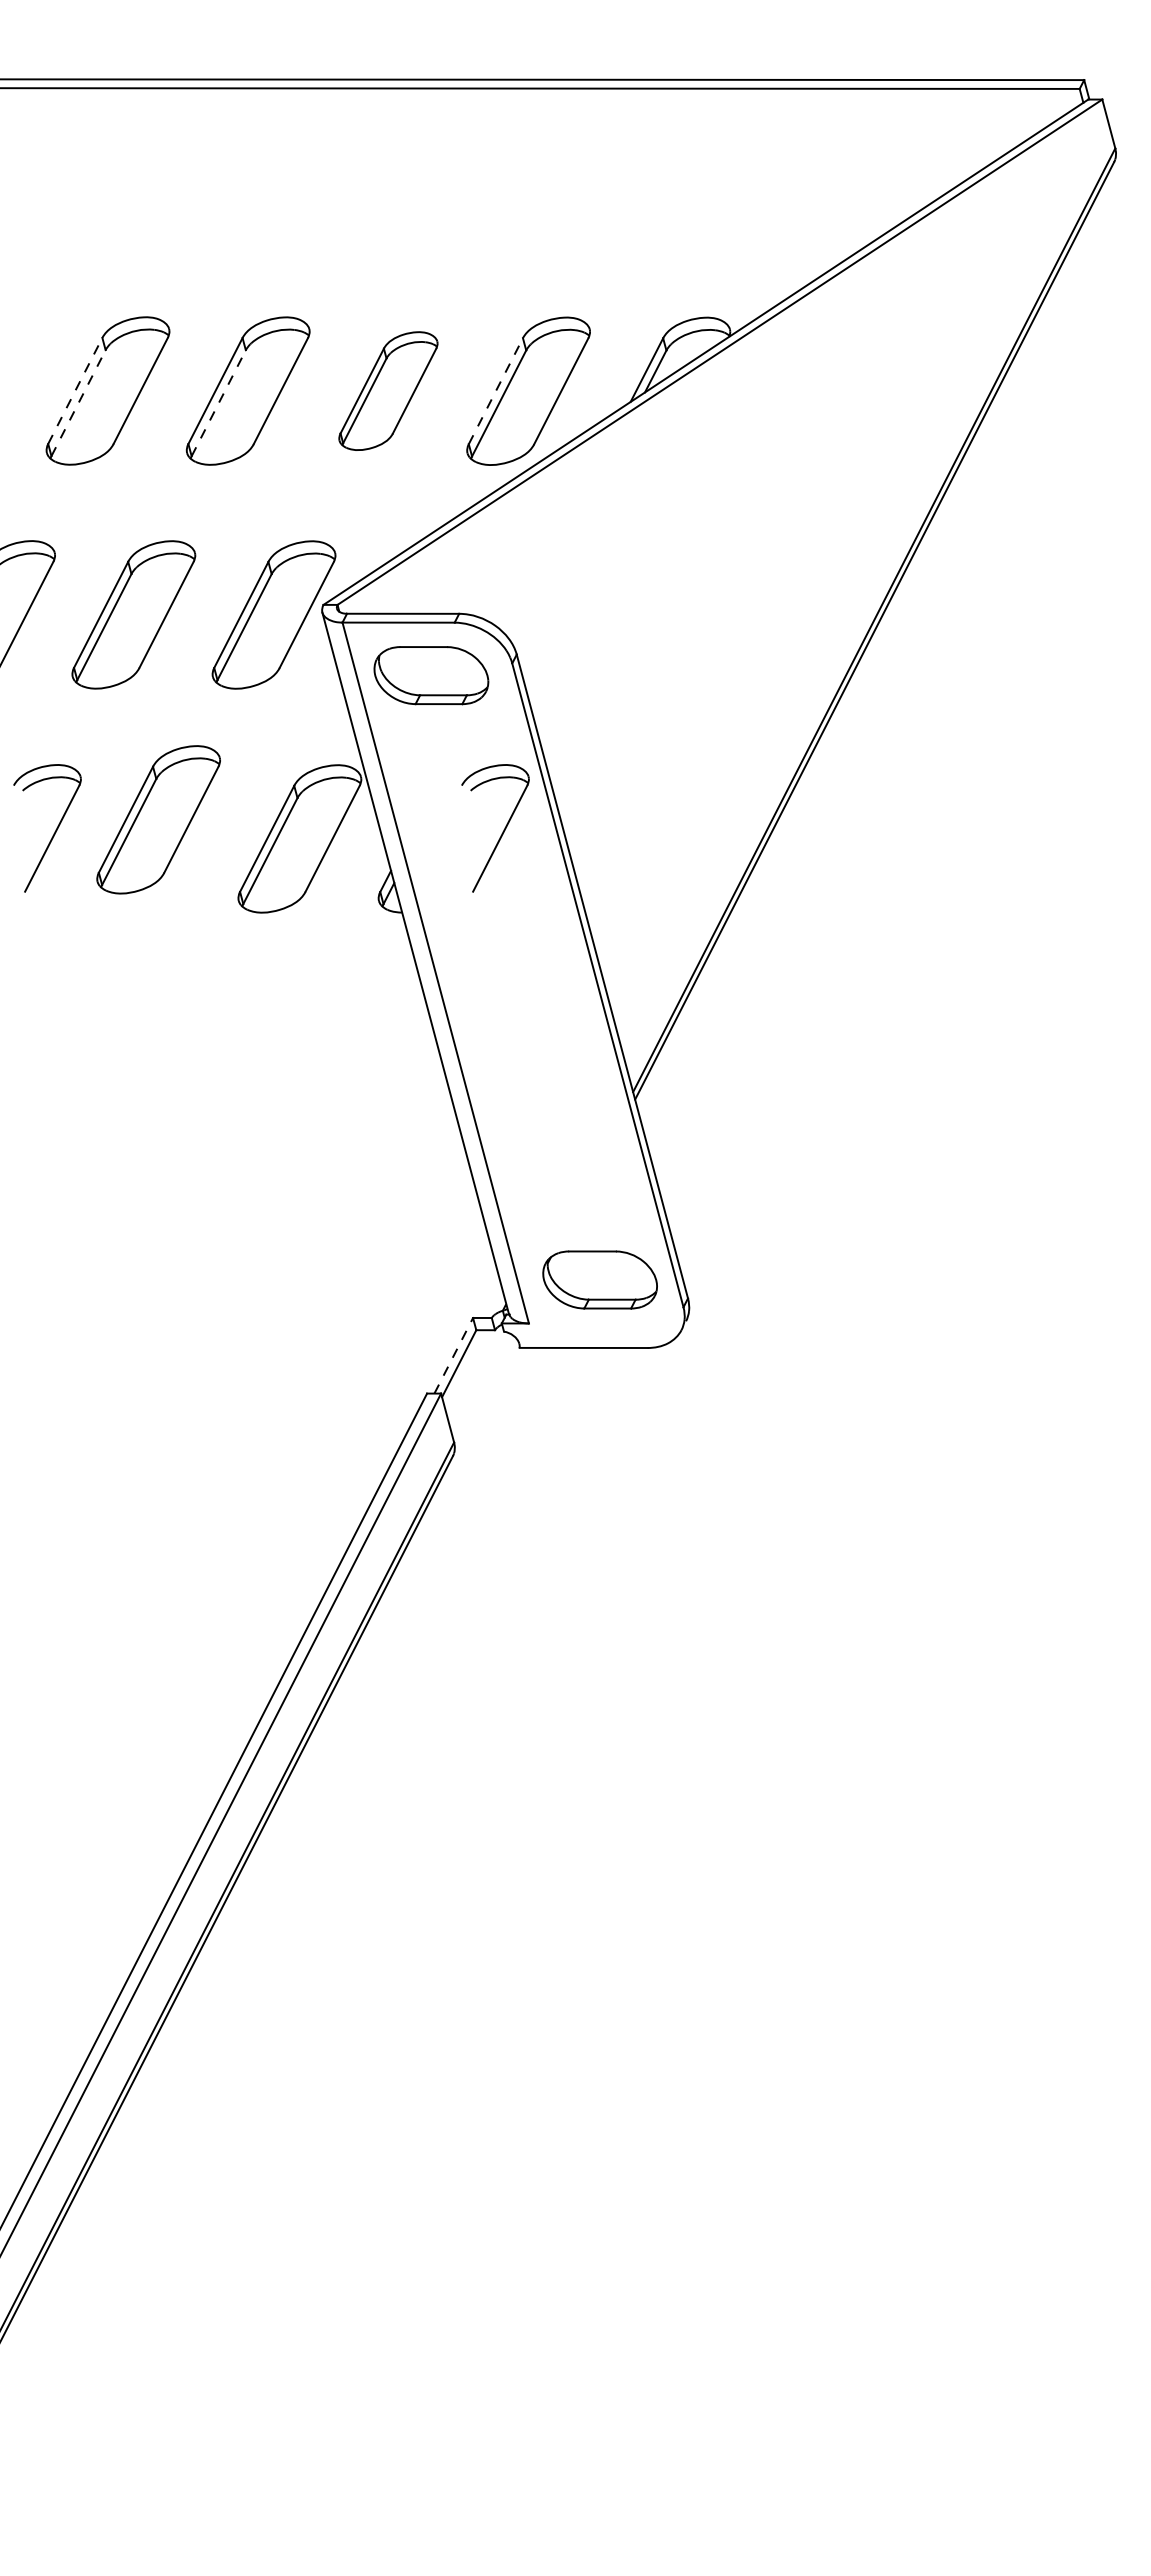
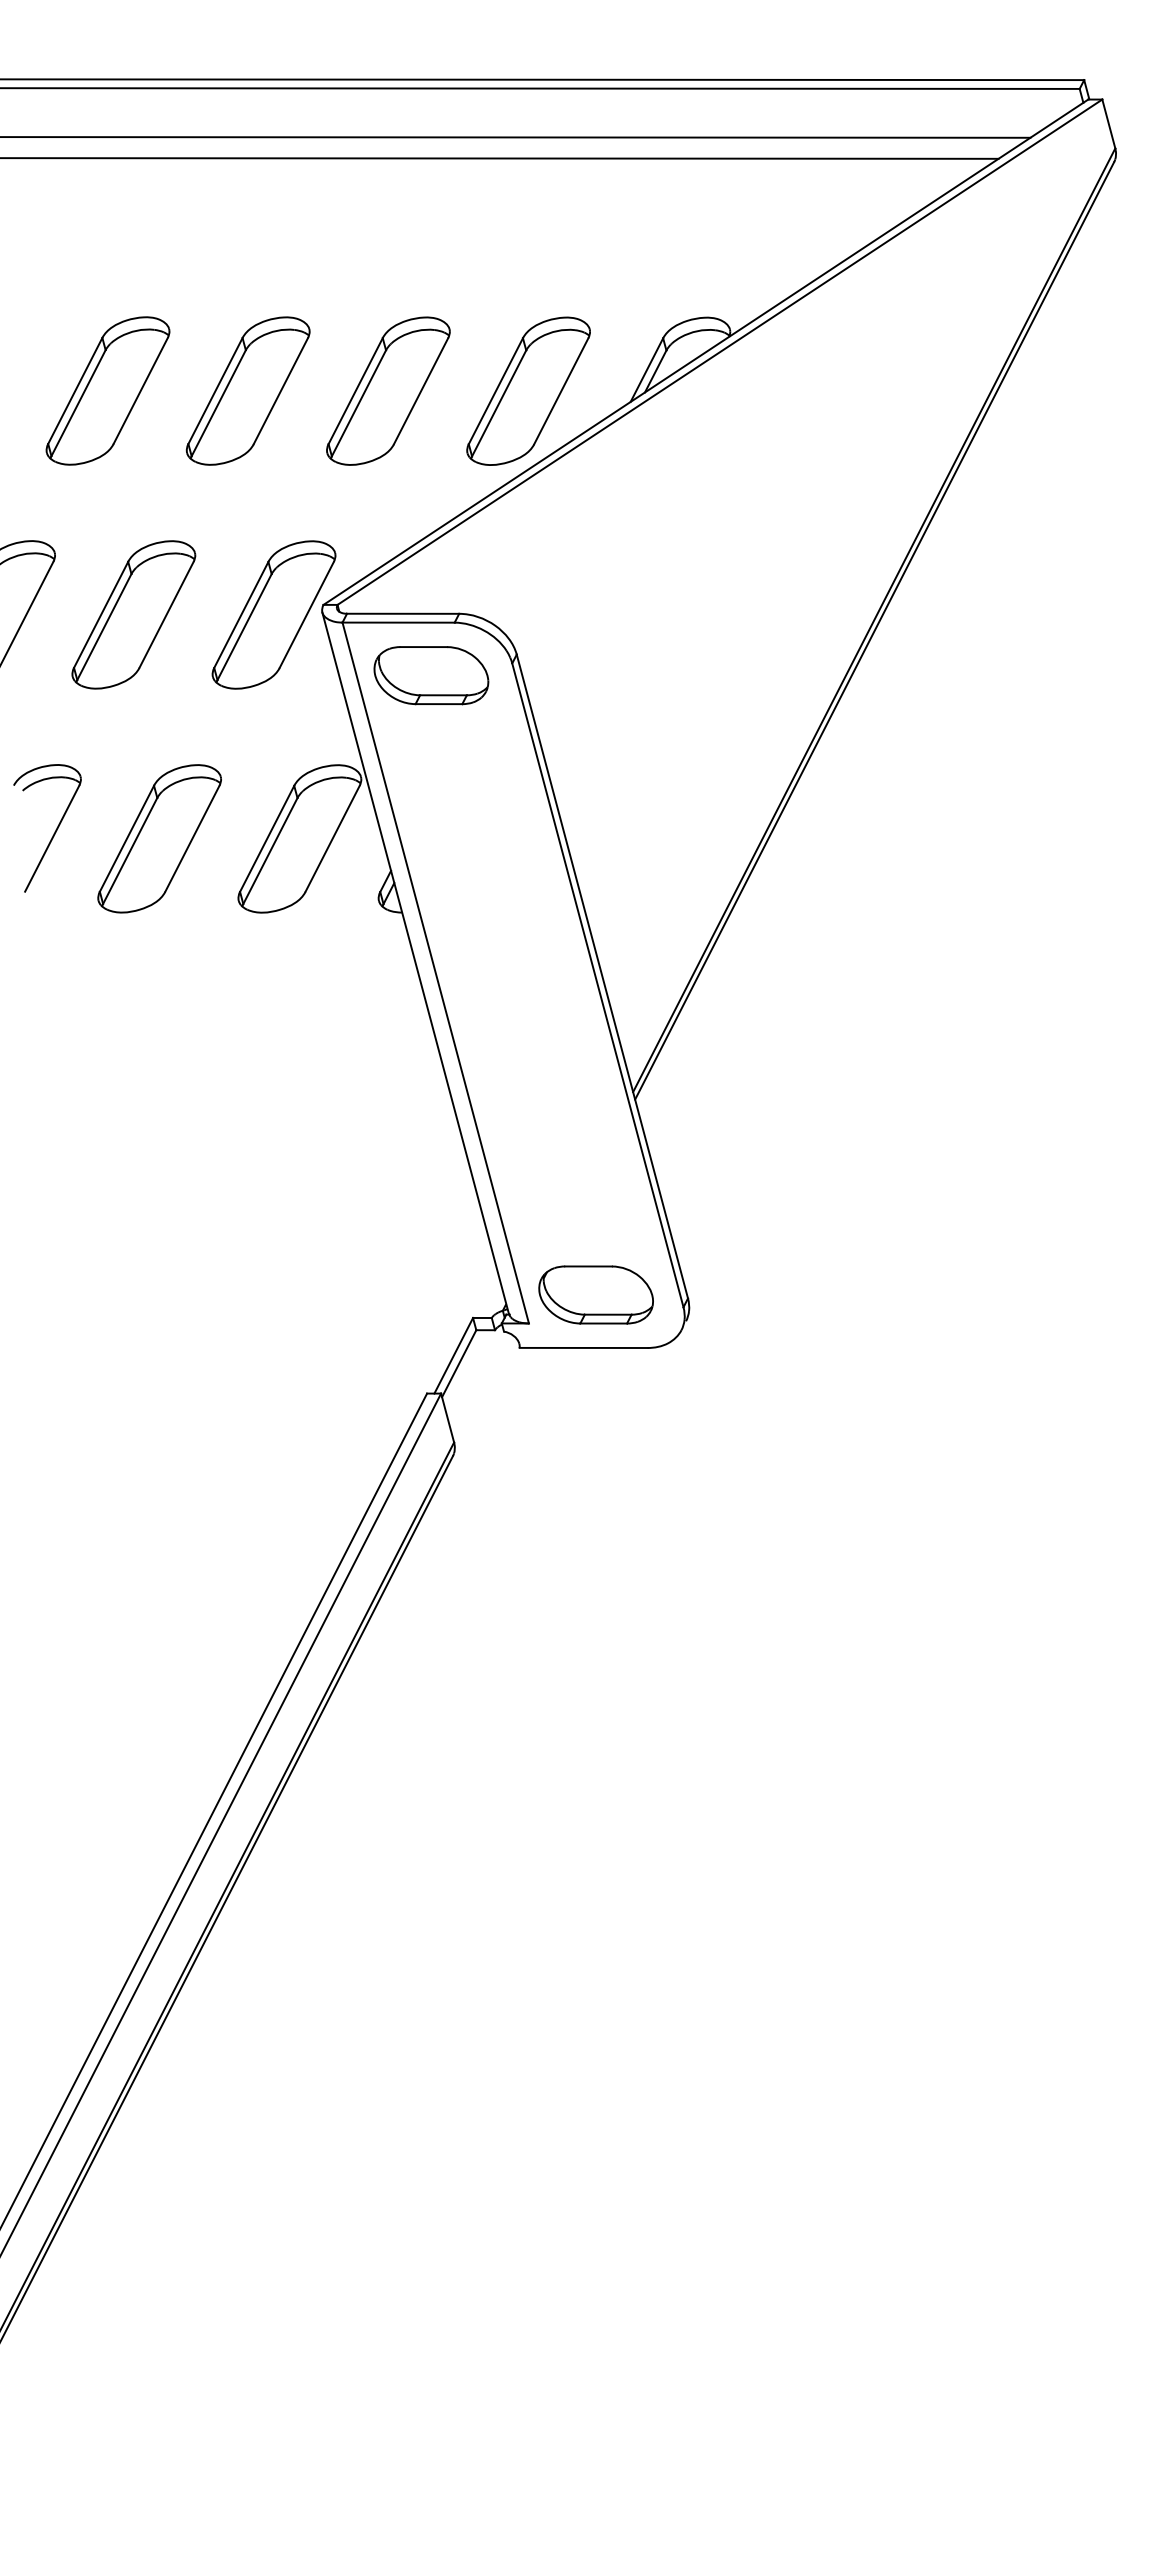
line at (516, 137): none -> present
line at (500, 158): none -> present
line at (75, 390): dashed -> solid
part at (388, 390) size: 101x120 px -> 125x150 px
line at (495, 391): dashed -> solid
line at (78, 403): dashed -> solid
line at (218, 403): dashed -> solid
part at (158, 819) position: (158, 819) -> (159, 838)
part at (502, 831): present -> none
part at (599, 1279) position: (599, 1279) -> (595, 1294)
line at (453, 1355): dashed -> solid
